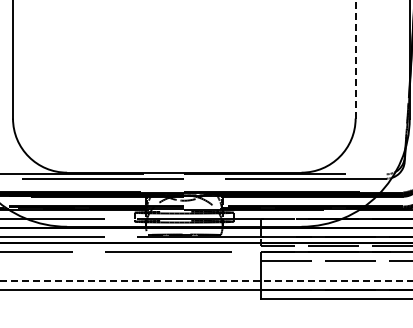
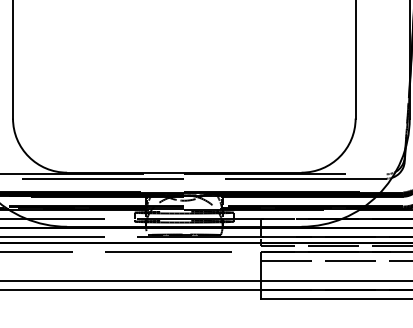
line at (355, 59): dashed -> solid
line at (206, 280): dashed -> solid
